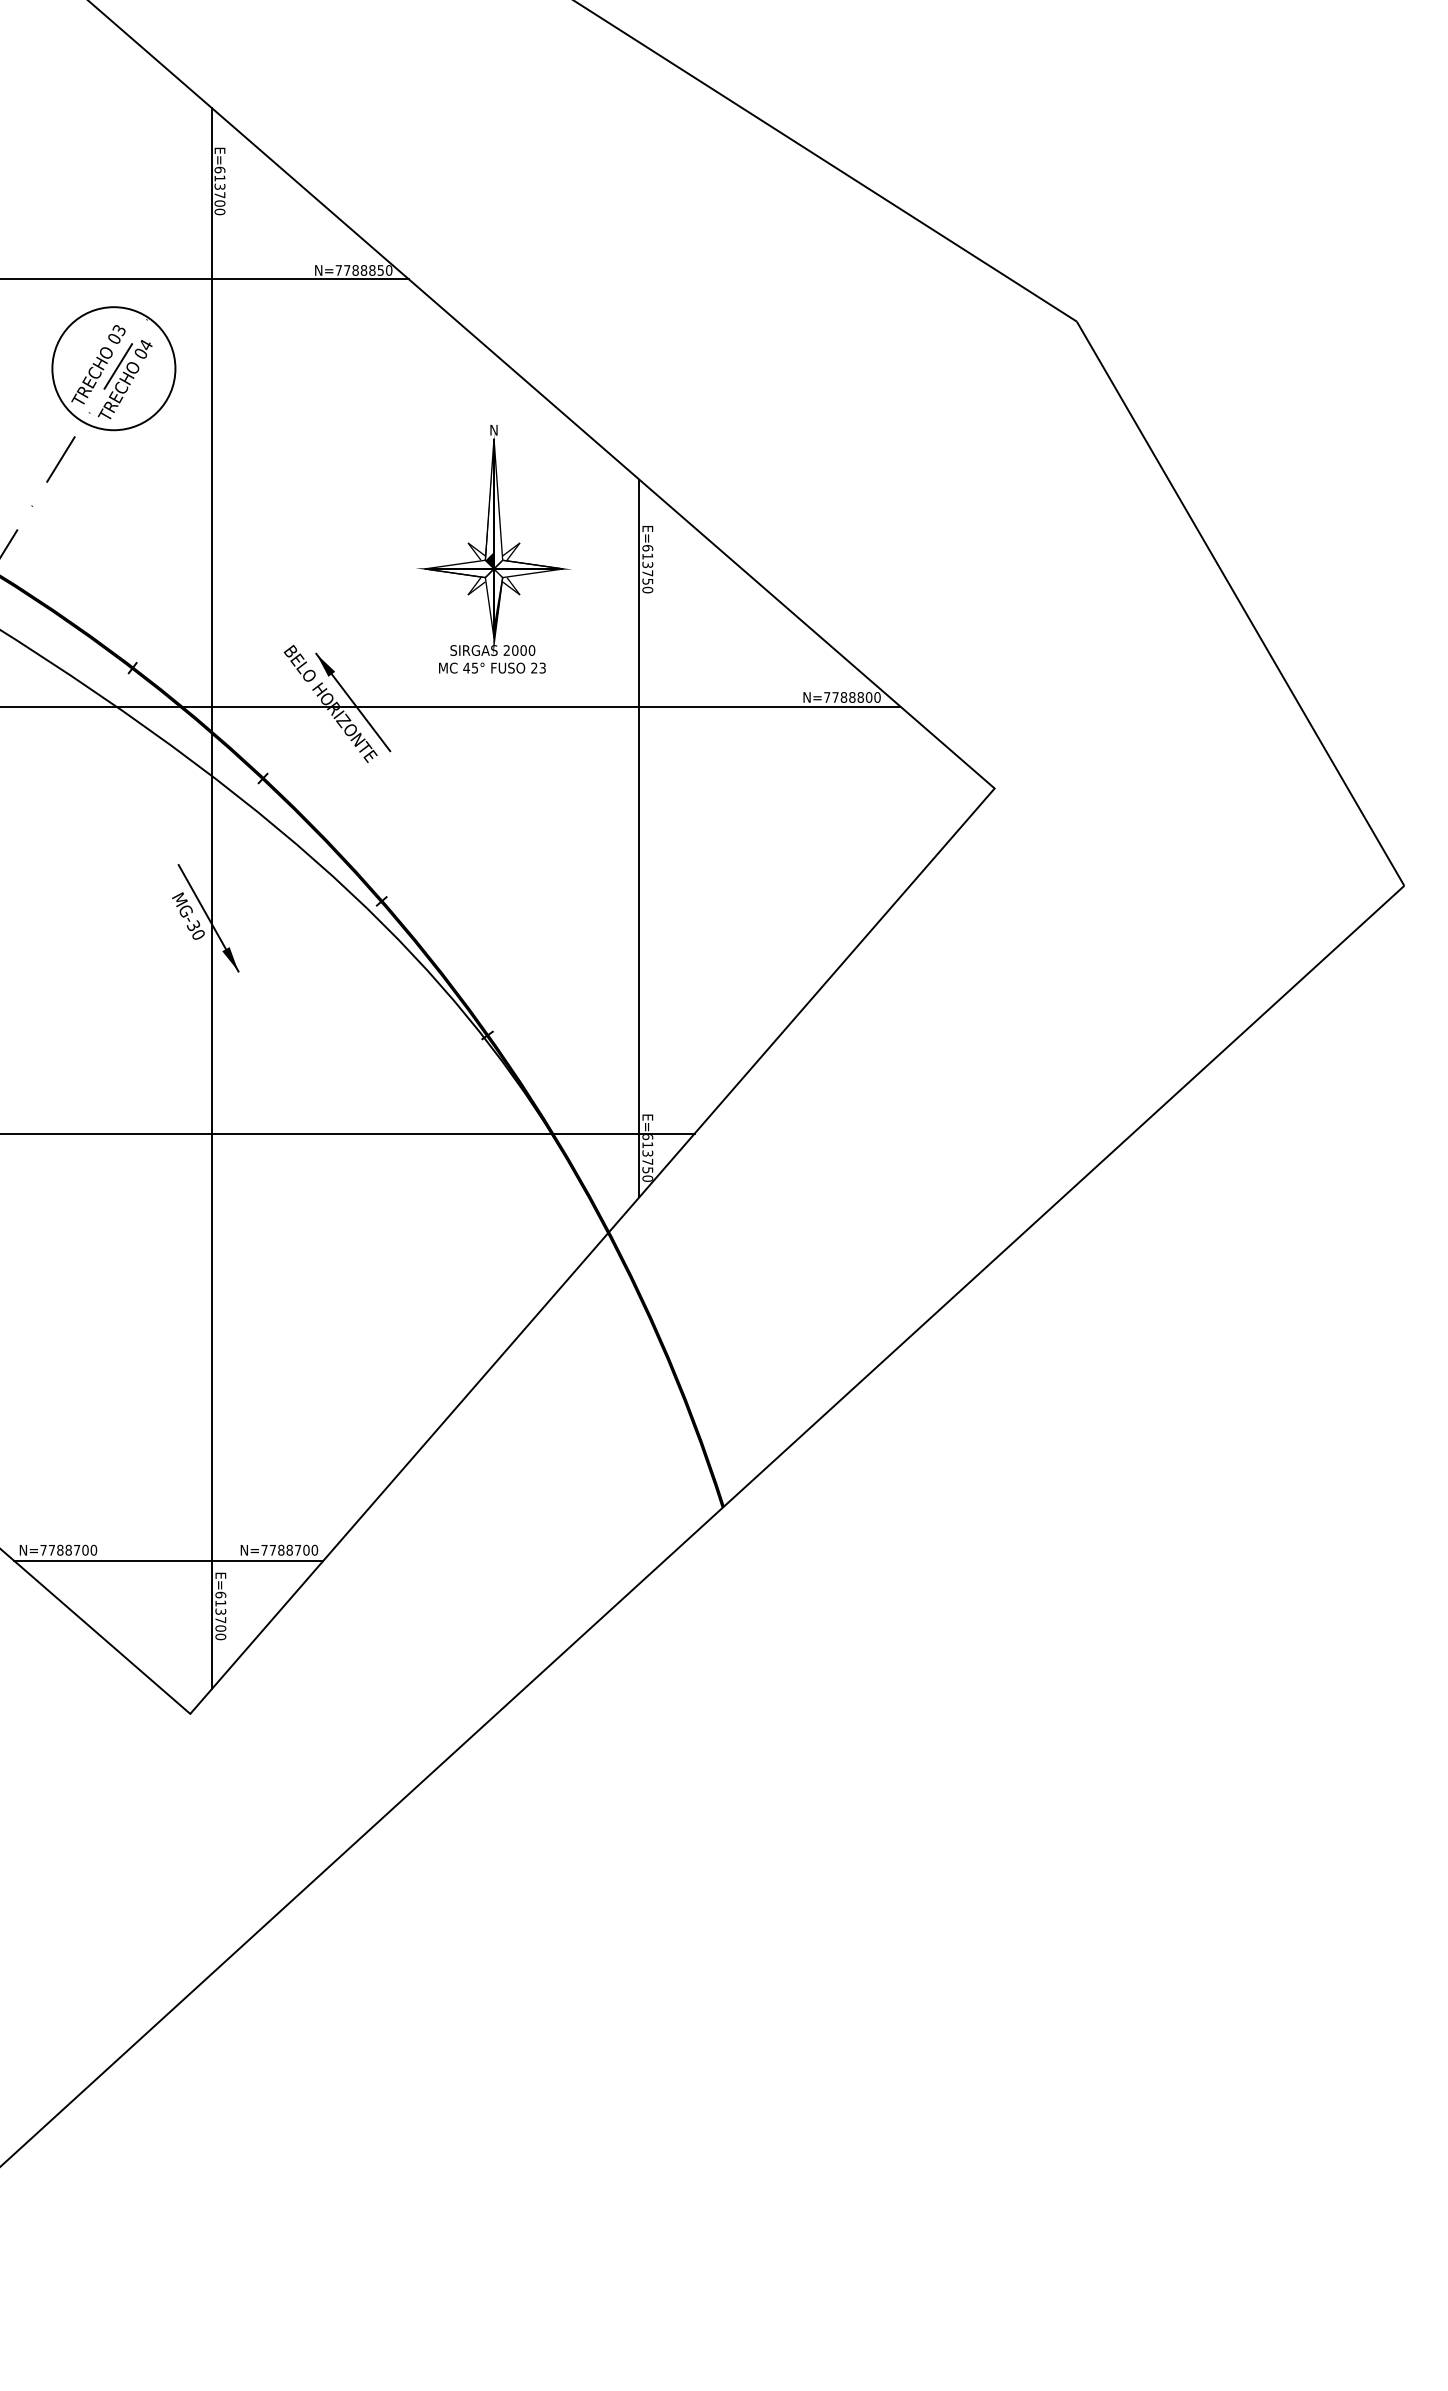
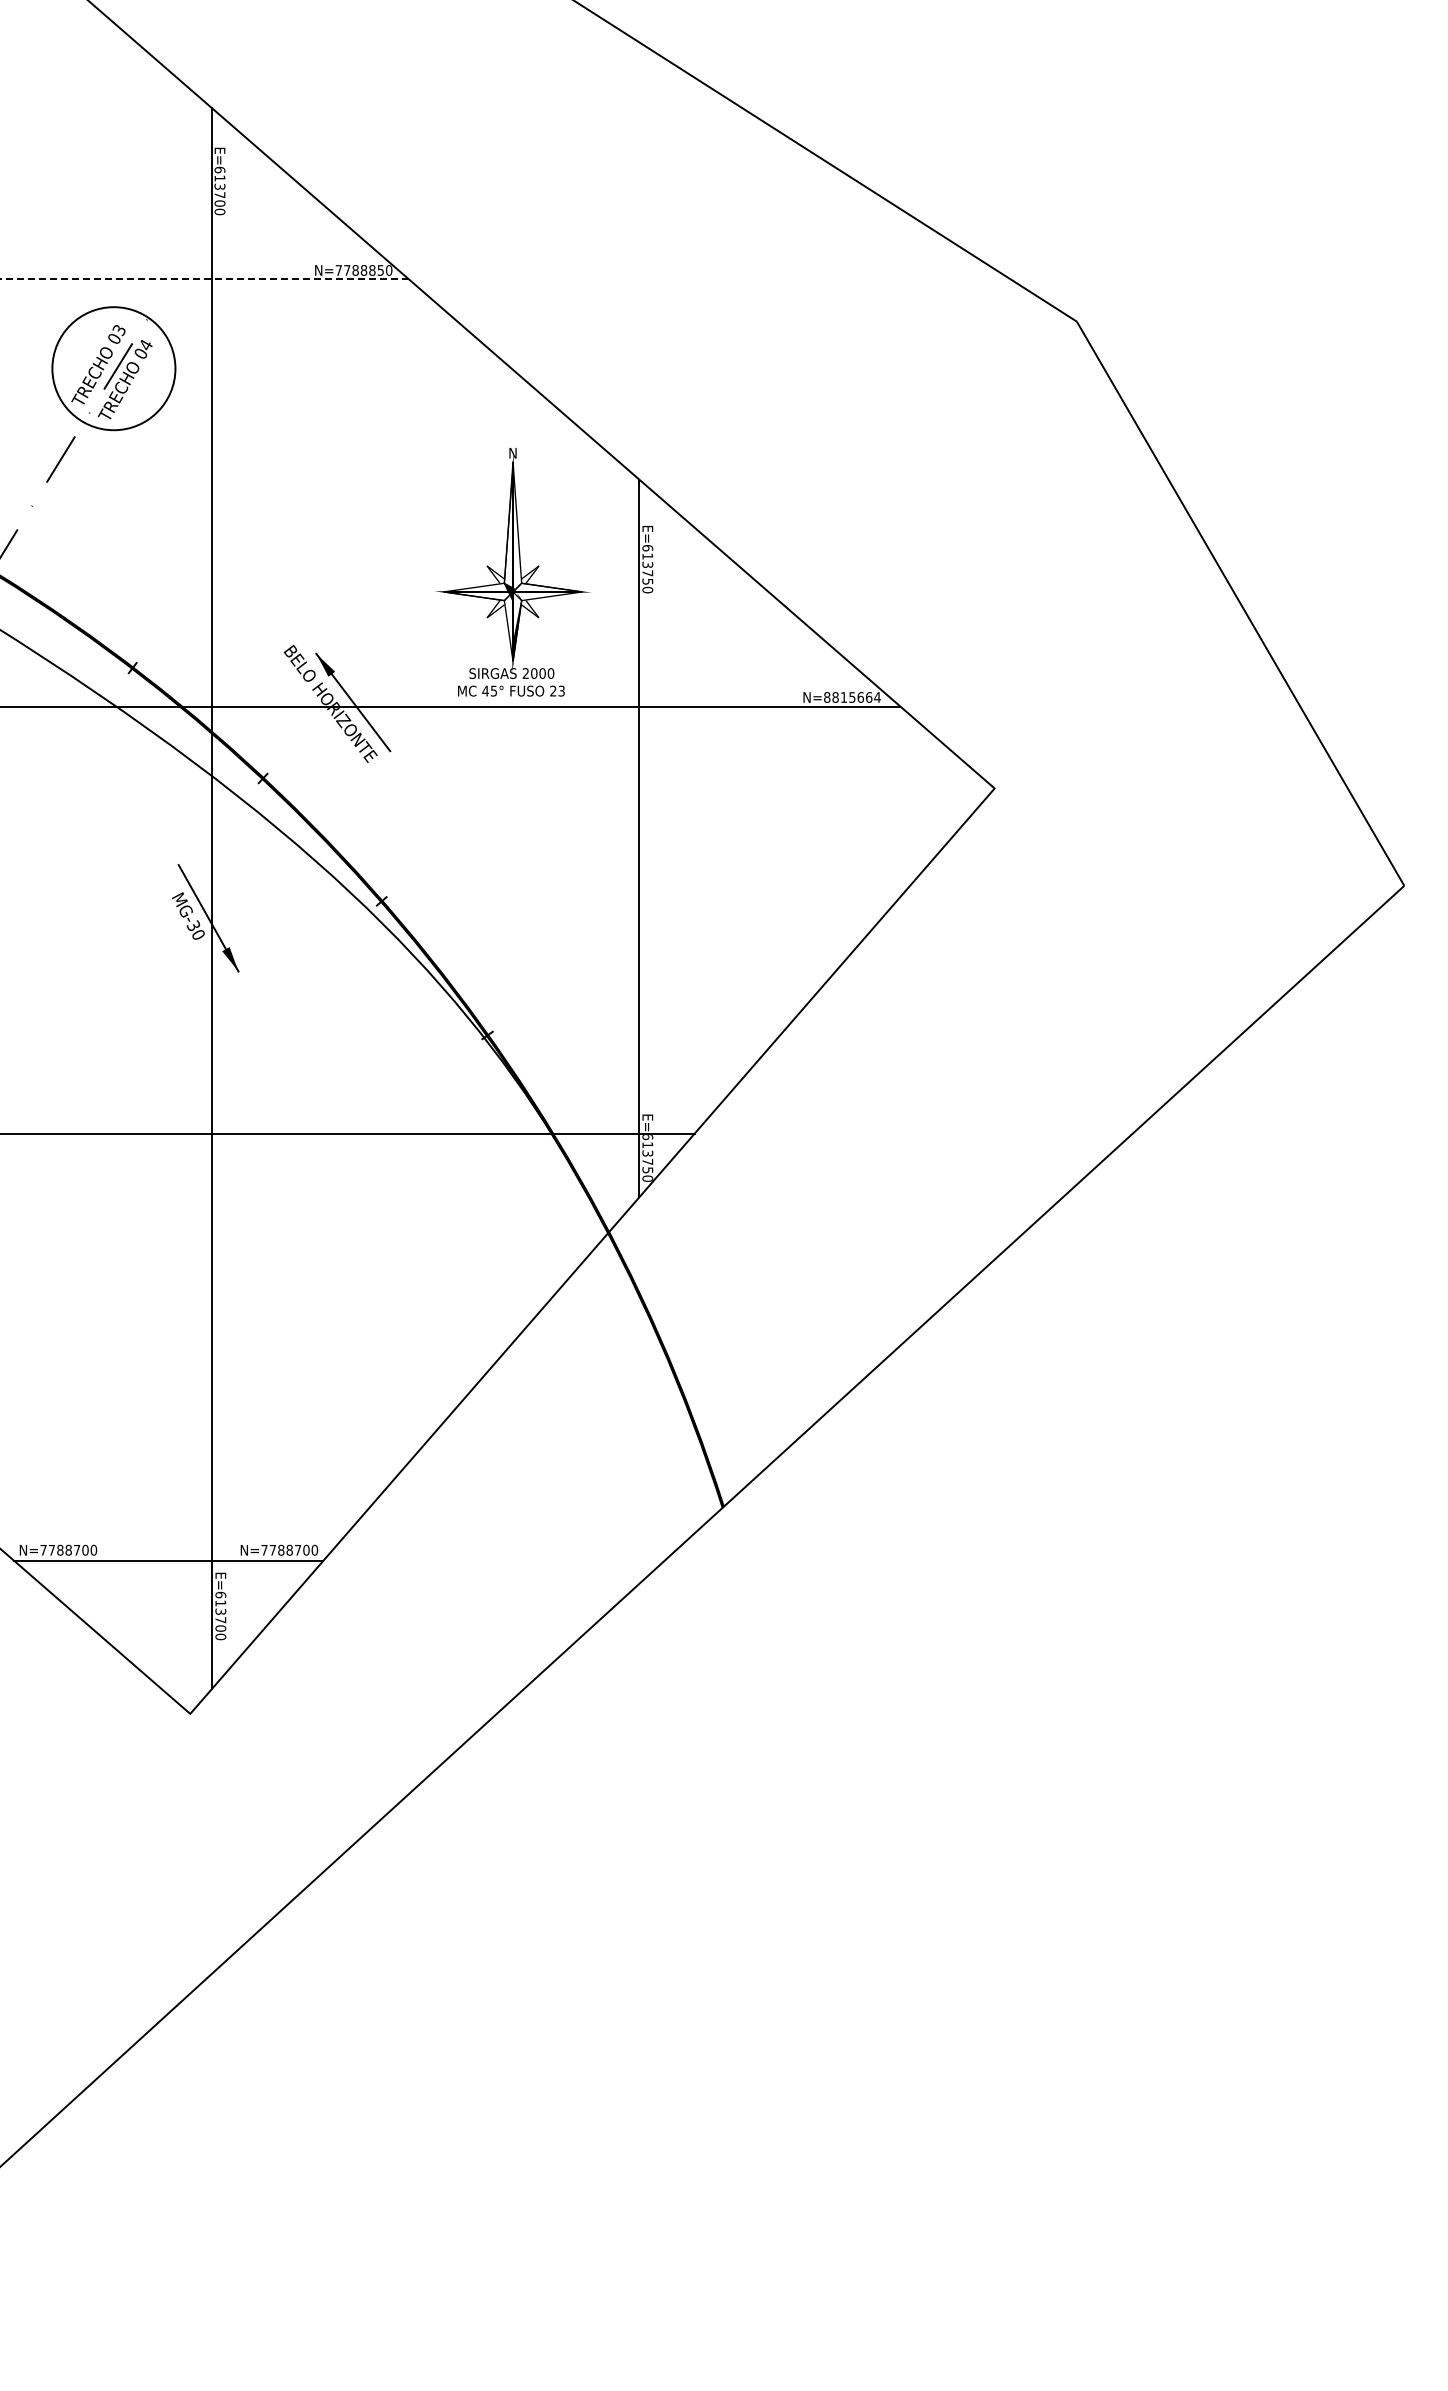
line at (203, 279): solid -> dashed
text at (493, 549) position: (493, 549) -> (512, 572)
text at (852, 697): N=7788800 -> N=8815664
